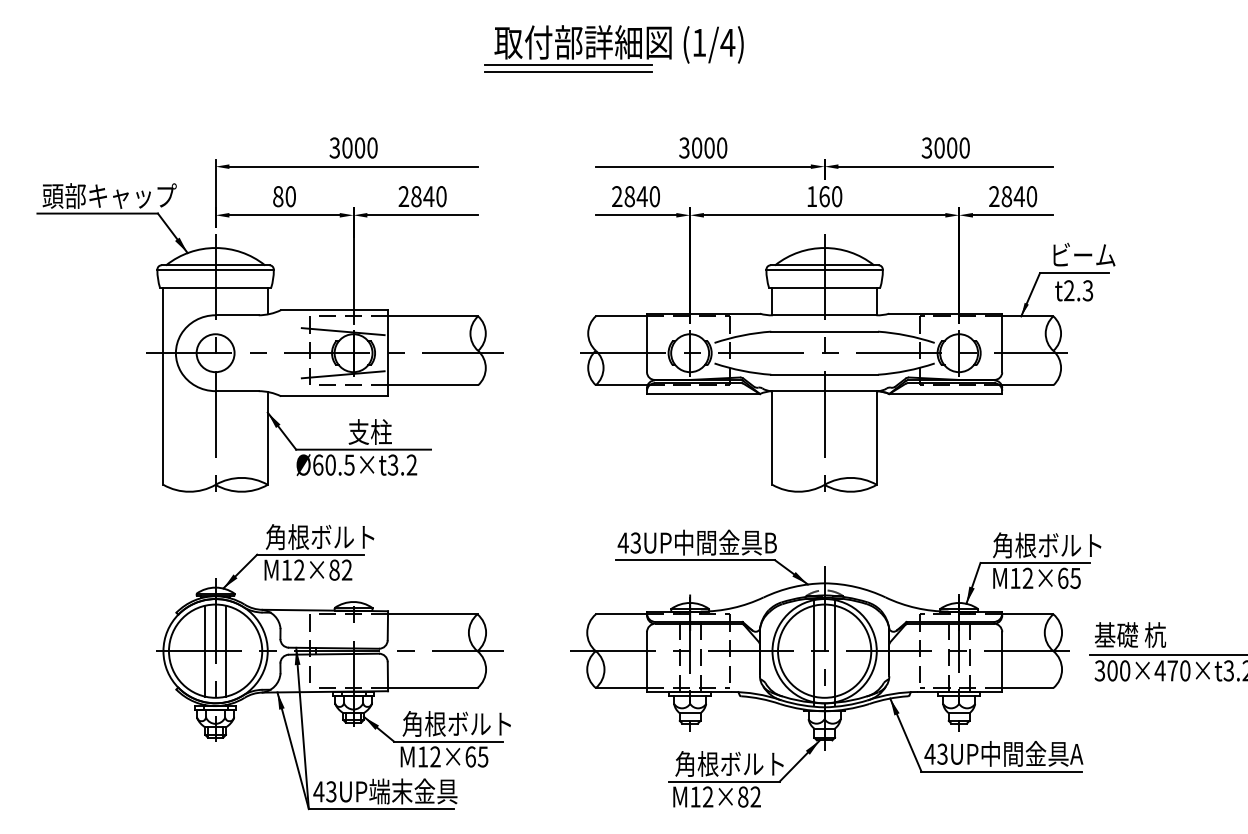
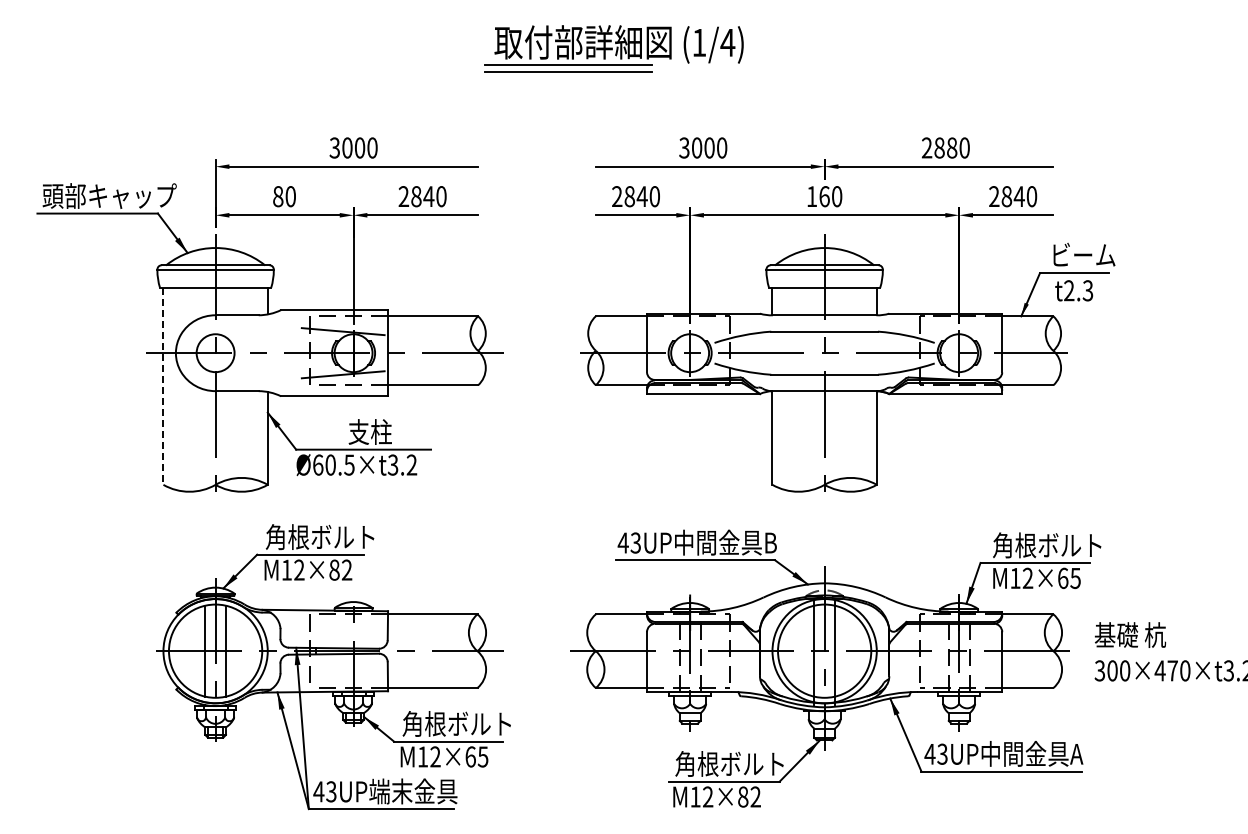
text at (939, 147): 3000 -> 2880
line at (163, 386): solid -> dashed
line at (1167, 654): present -> none
